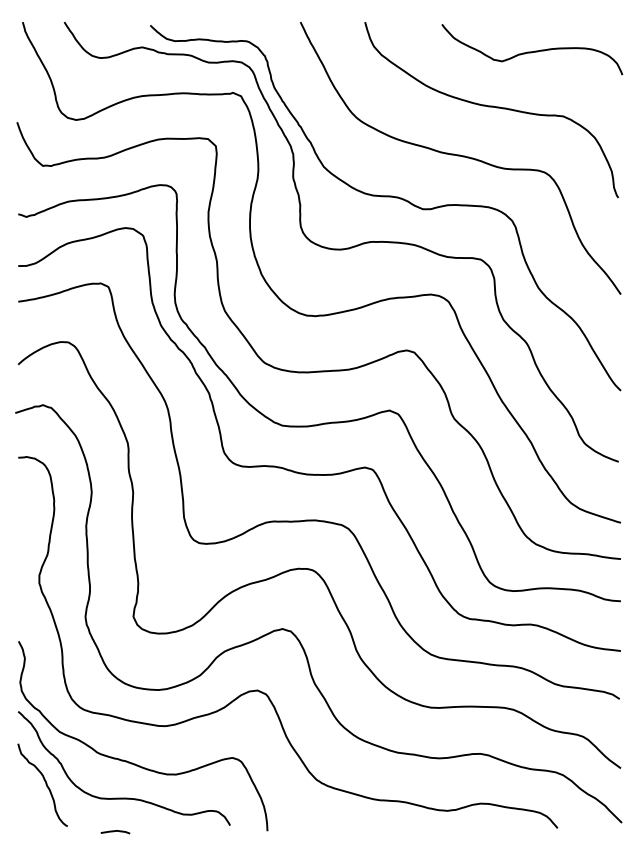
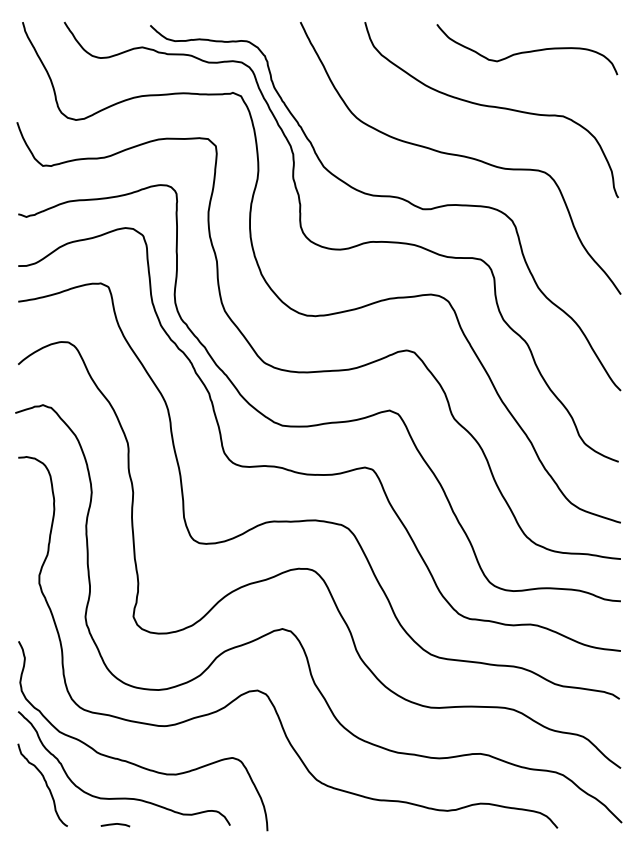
curve at (532, 51) position: (532, 51) -> (527, 51)
curve at (115, 831) position: (115, 831) -> (115, 824)
